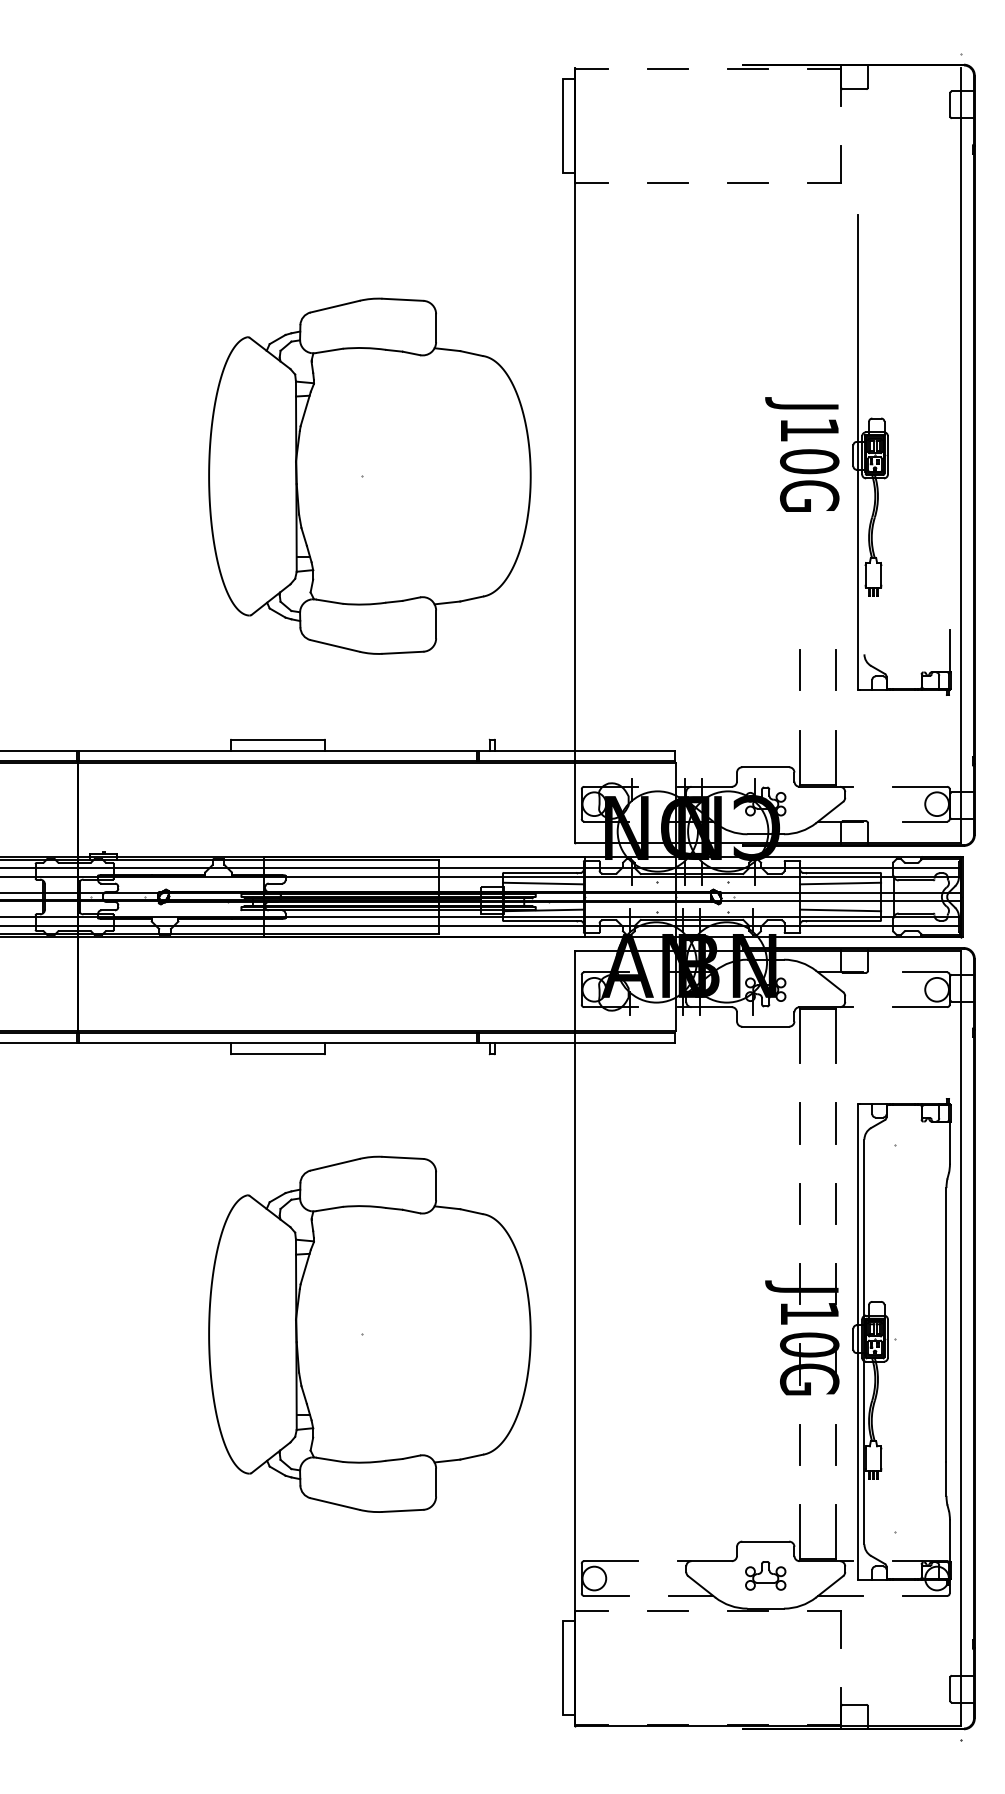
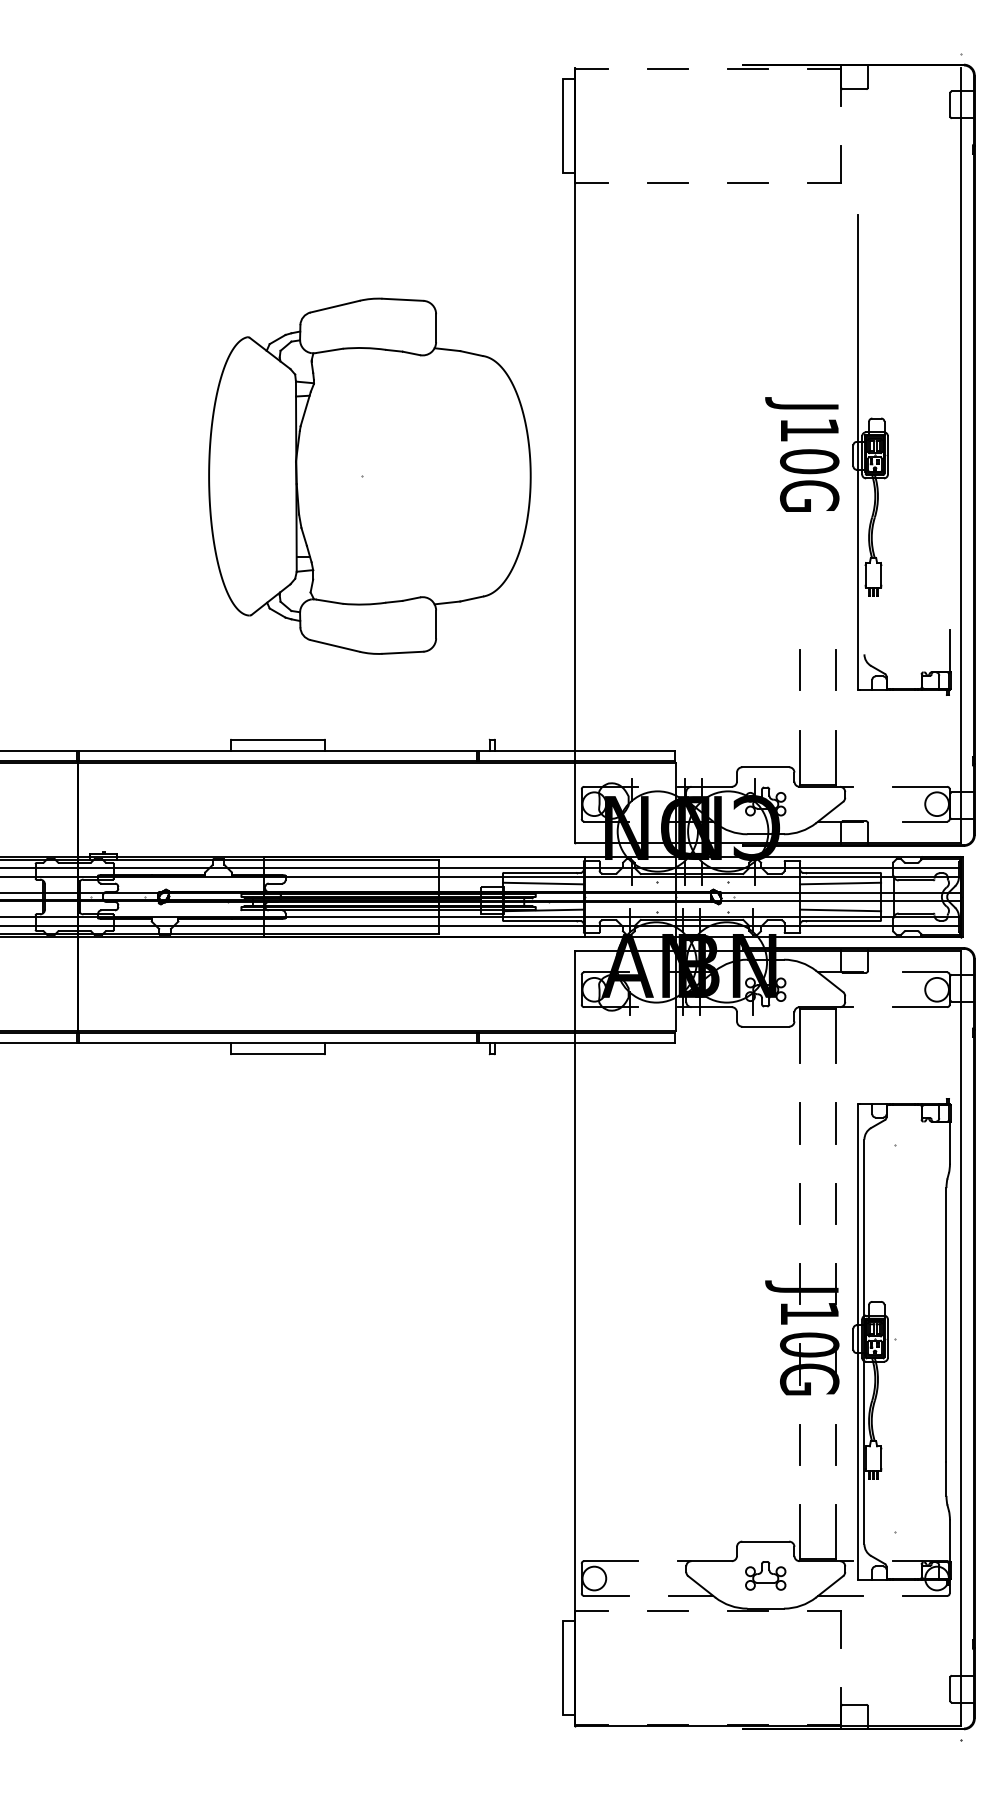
part at (369, 1333): present -> none
